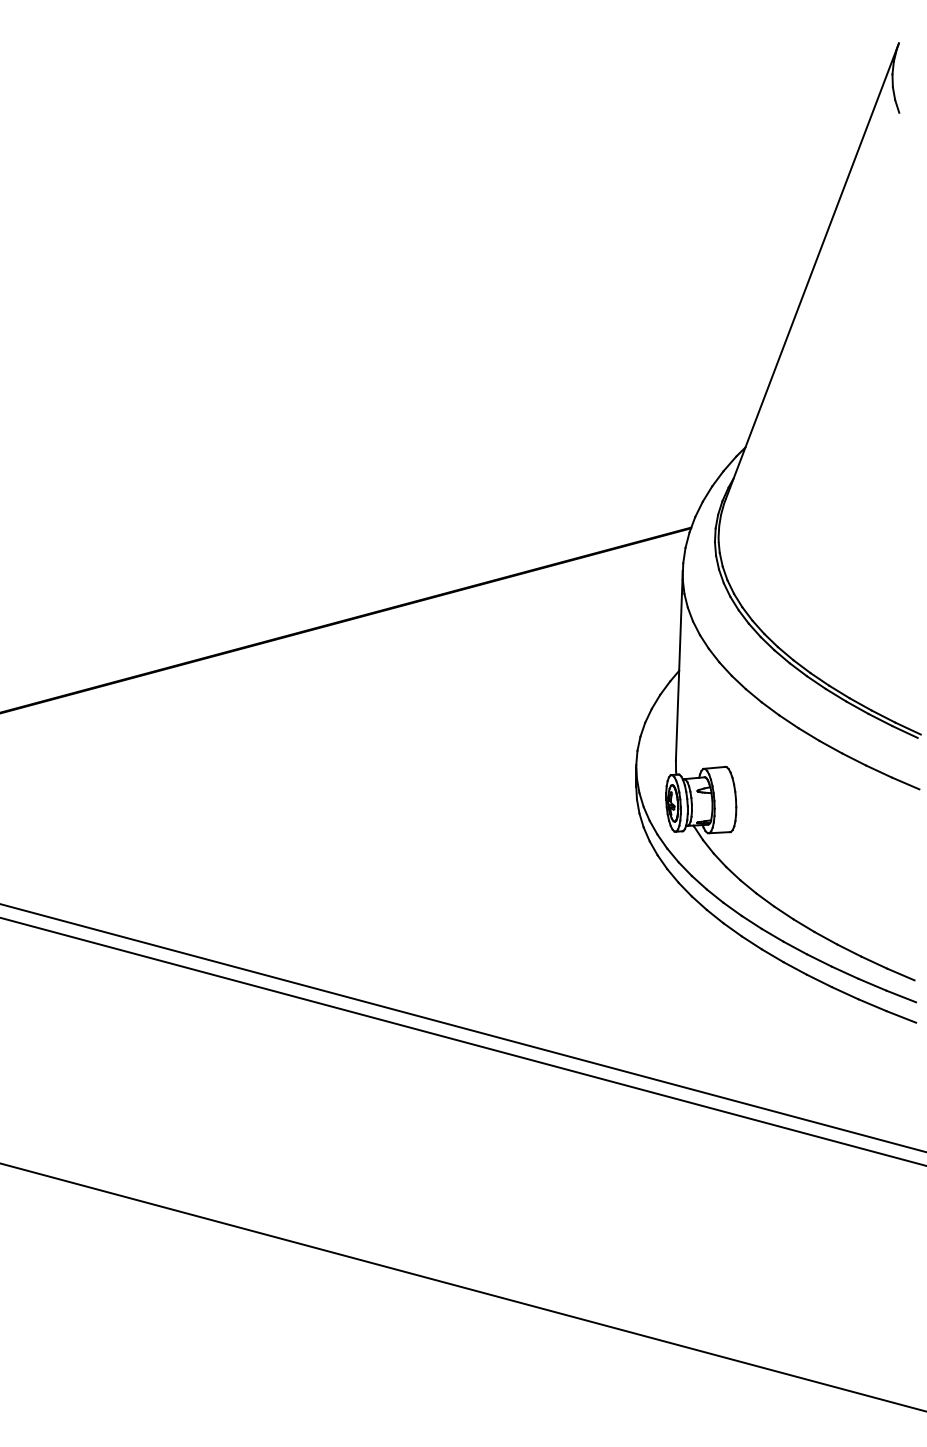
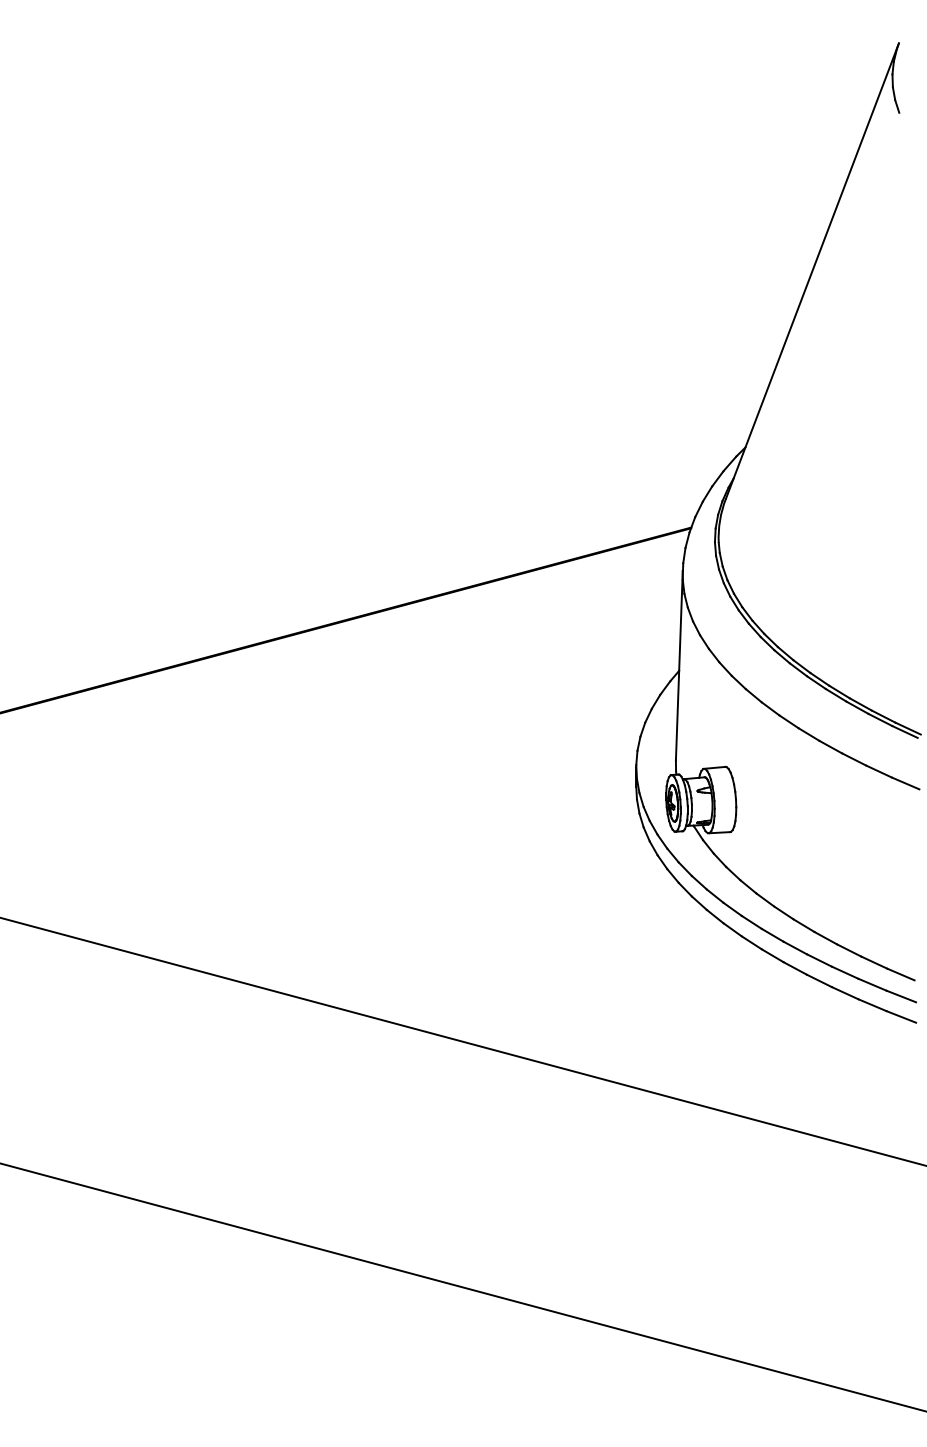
line at (462, 1027): present -> none
